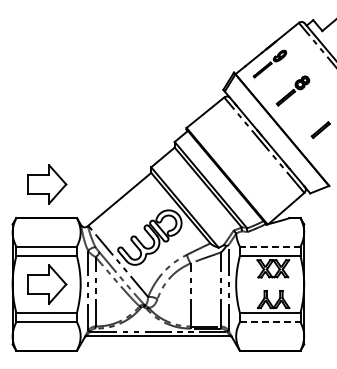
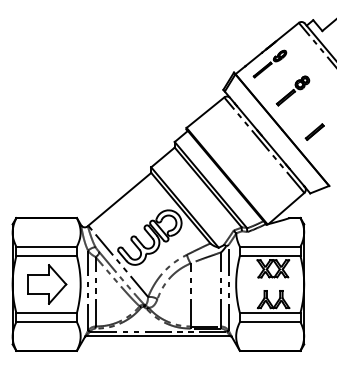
part at (320, 129) position: (320, 129) -> (314, 131)
part at (47, 184): present -> none
line at (269, 246): dashed -> solid
line at (270, 322): dashed -> solid
